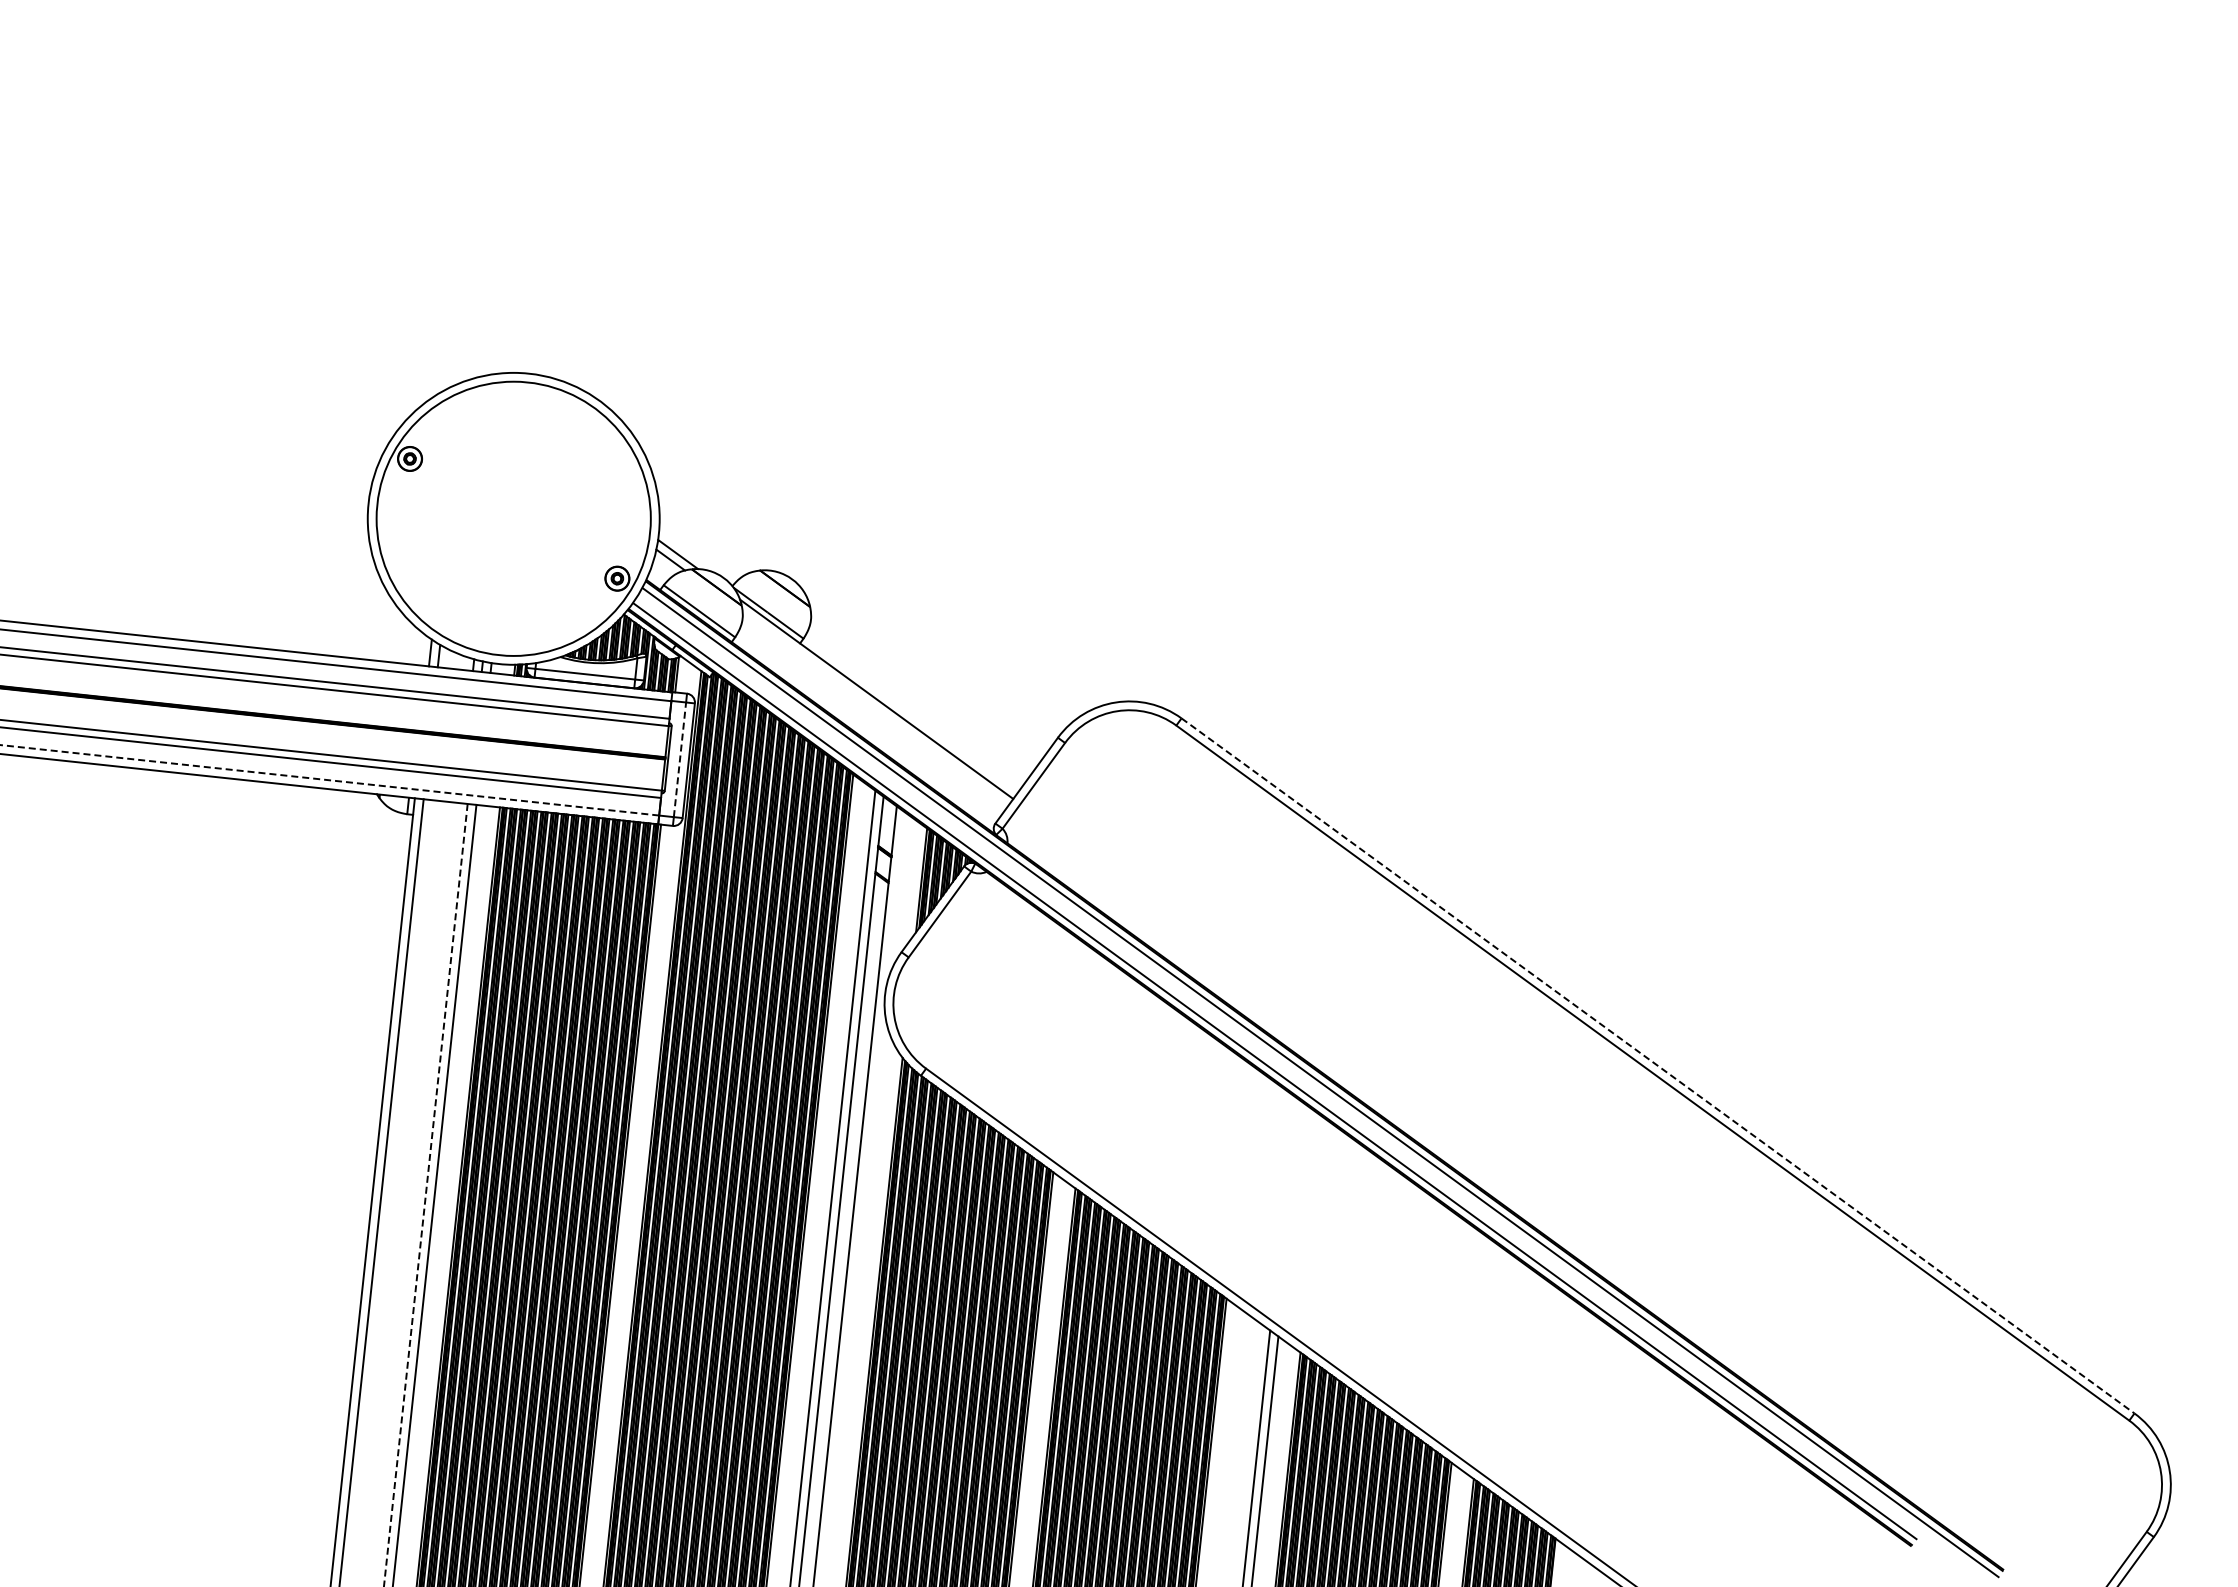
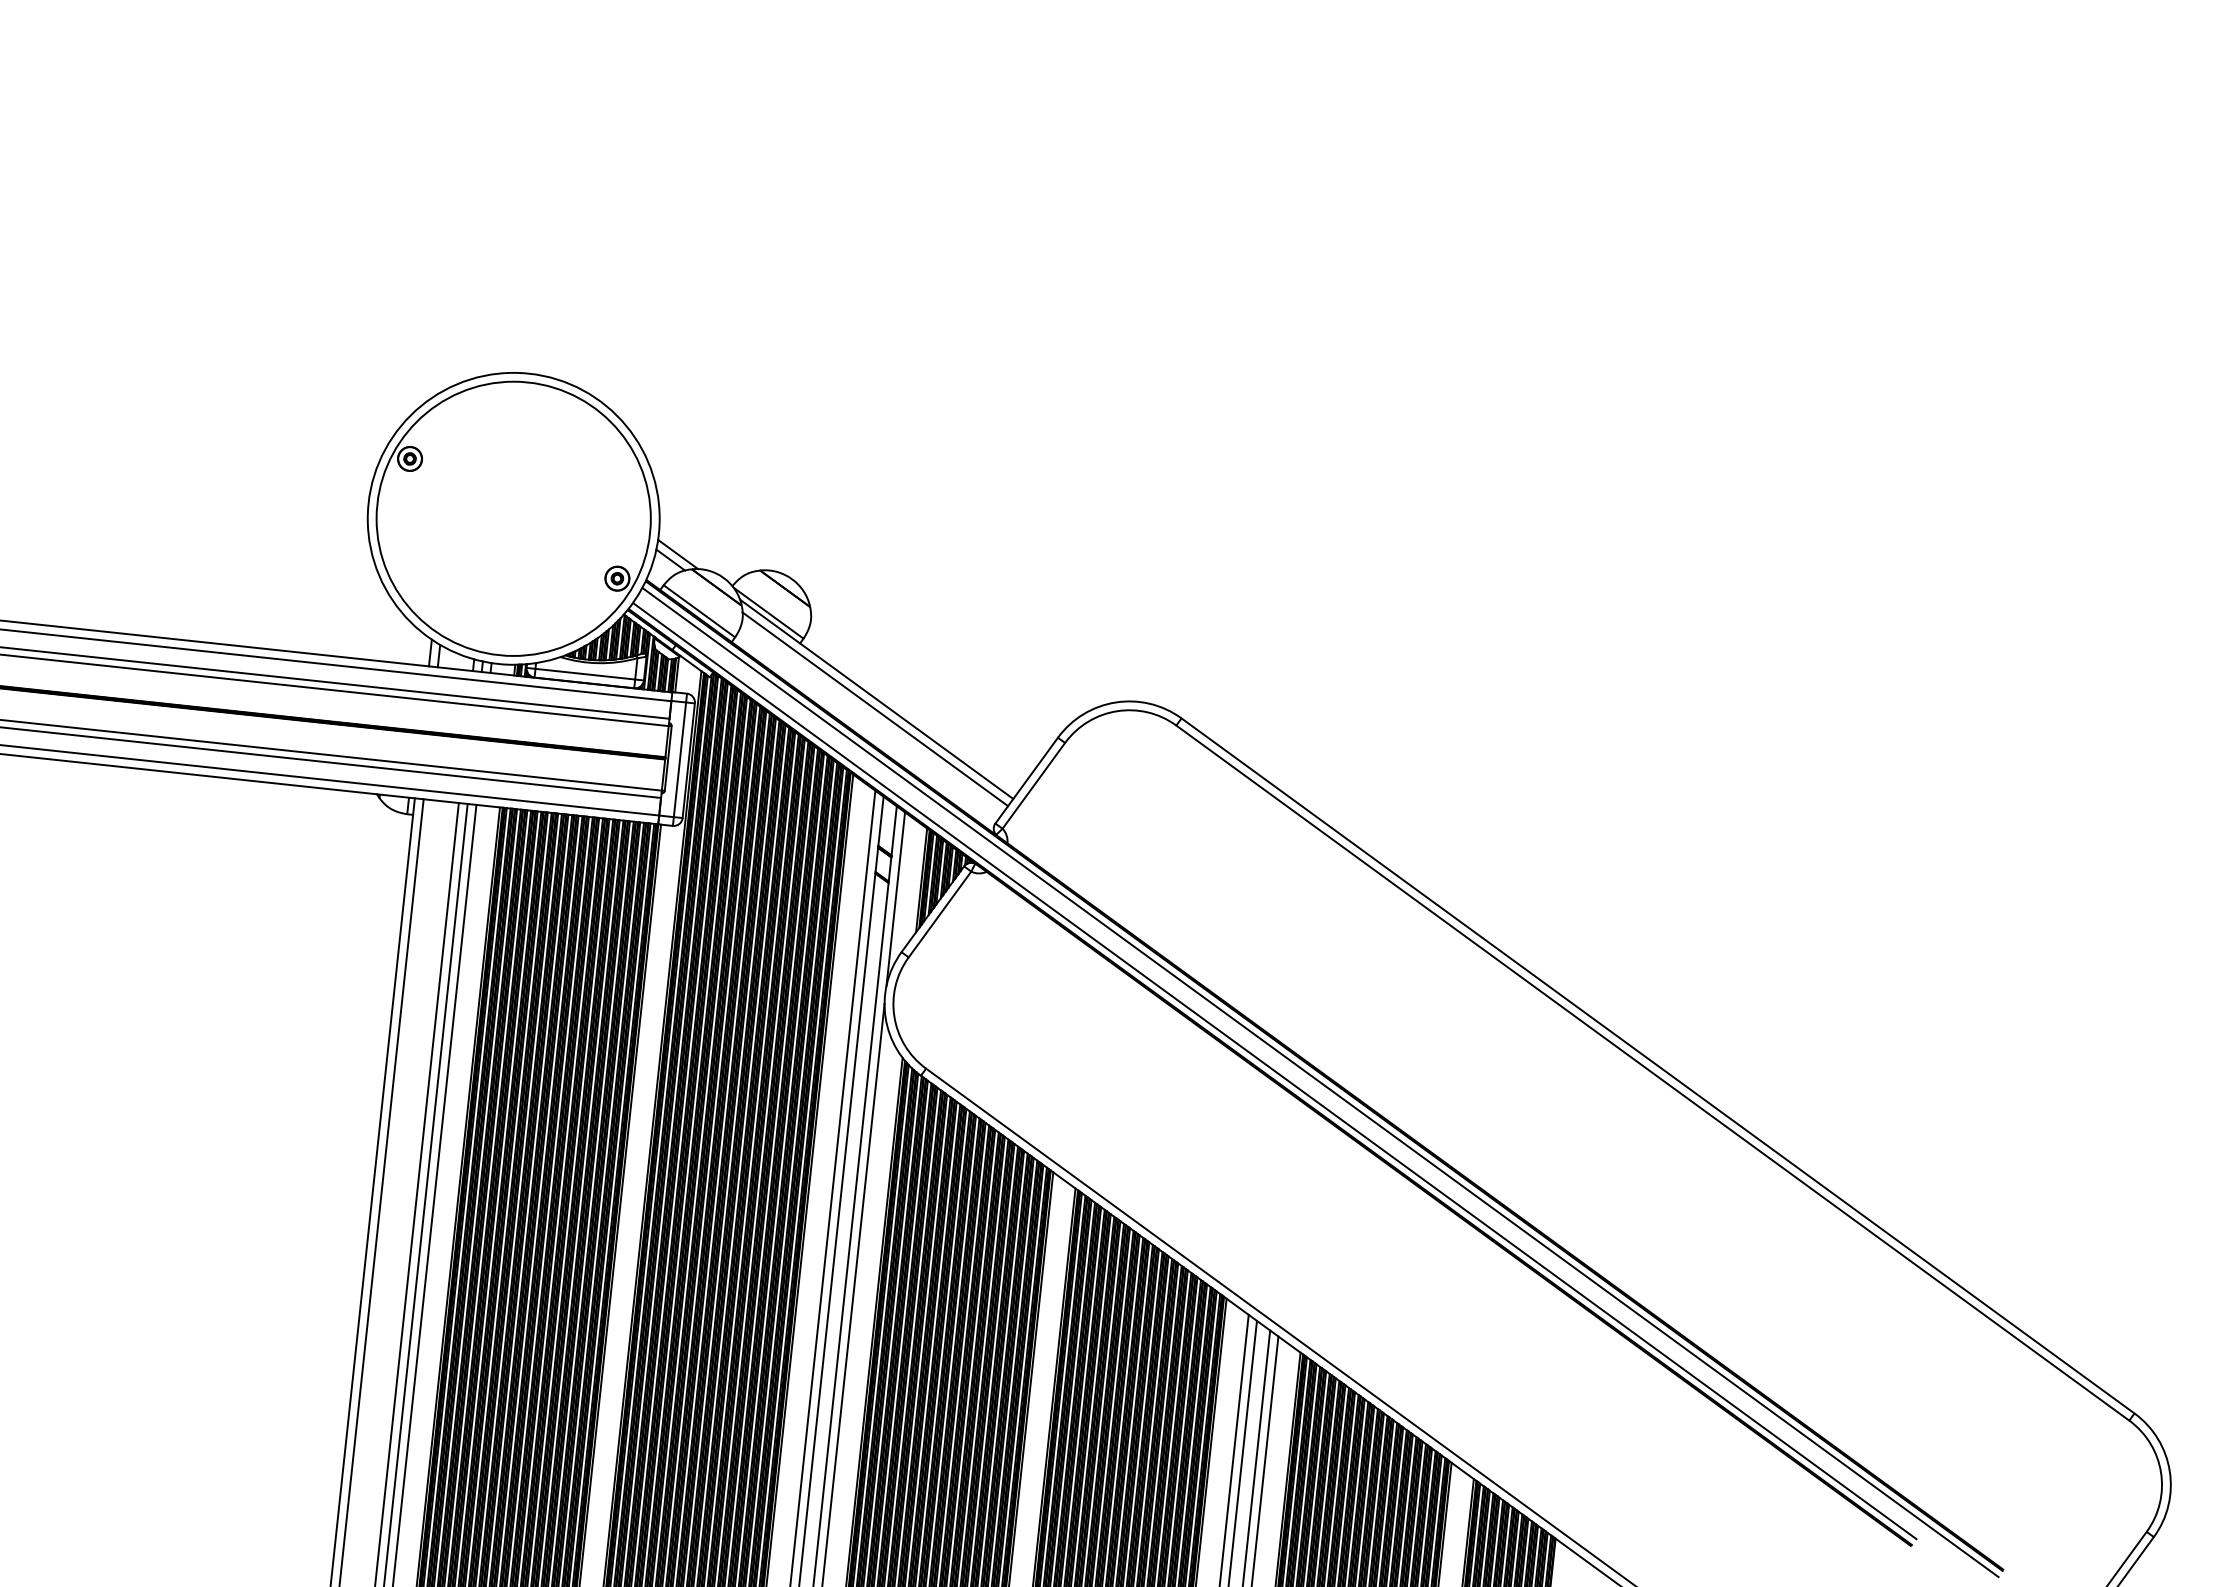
line at (875, 709): none -> present
line at (679, 759): dashed -> solid
line at (329, 780): dashed -> solid
line at (895, 898): none -> present
line at (1658, 1065): dashed -> solid
line at (416, 1193): none -> present
line at (425, 1195): dashed -> solid
line at (853, 1293): none -> present
line at (1233, 1448): none -> present
line at (1242, 1451): none -> present
